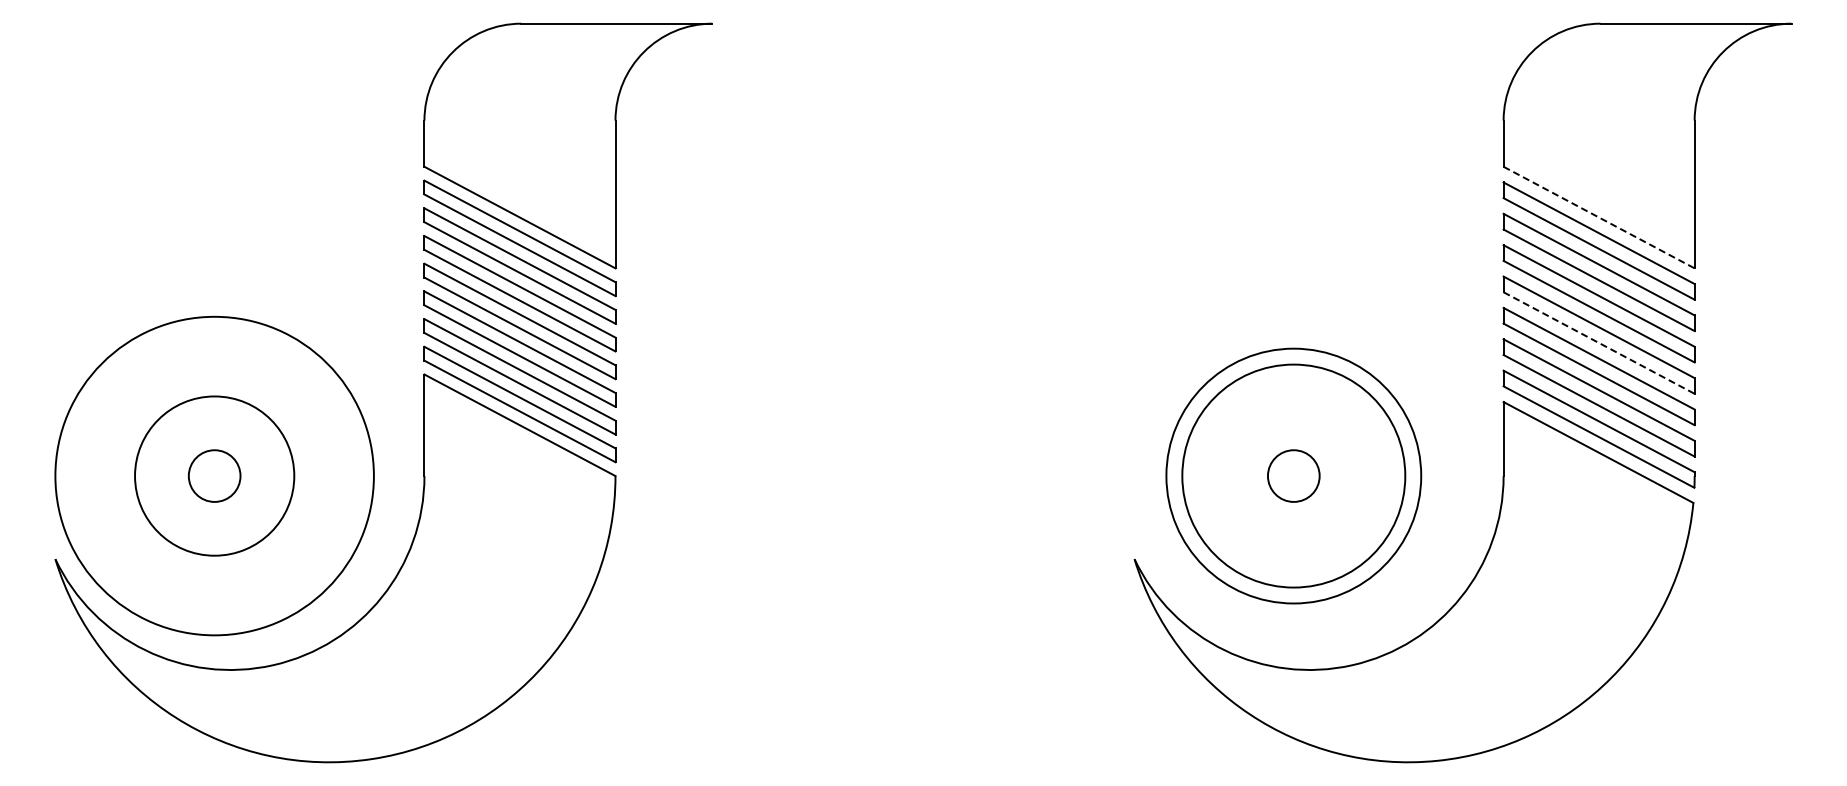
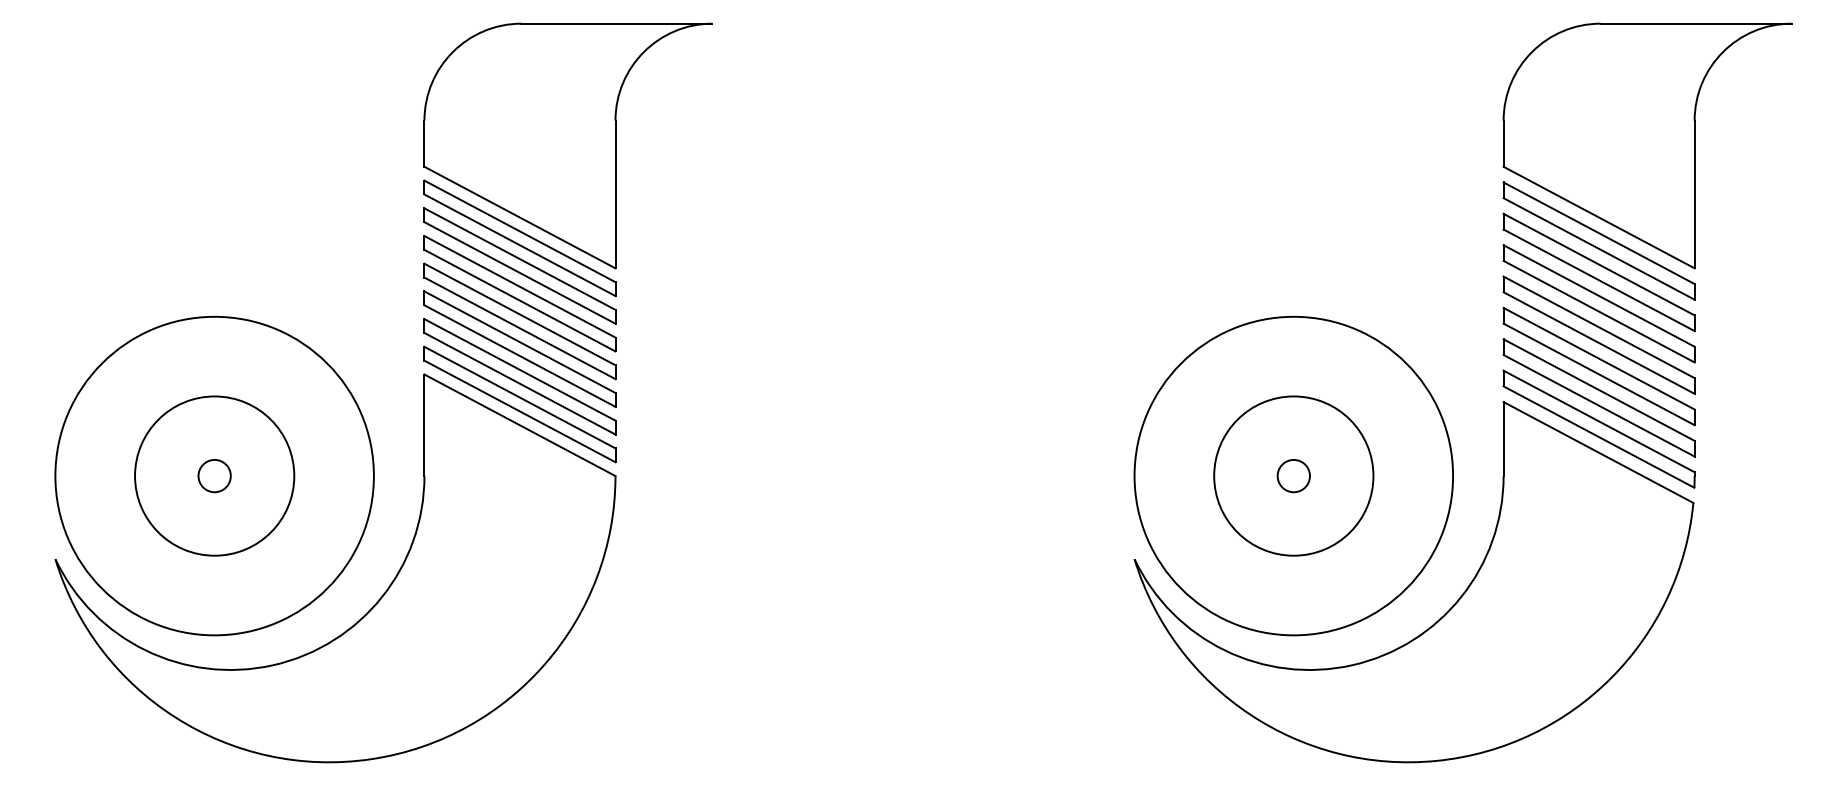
line at (1599, 217): dashed -> solid
line at (1599, 343): dashed -> solid
circle at (214, 475) diameter: 52 px -> 32 px
circle at (1293, 475) diameter: 223 px -> 159 px
circle at (1293, 475) diameter: 255 px -> 319 px
circle at (1293, 475) diameter: 52 px -> 32 px
